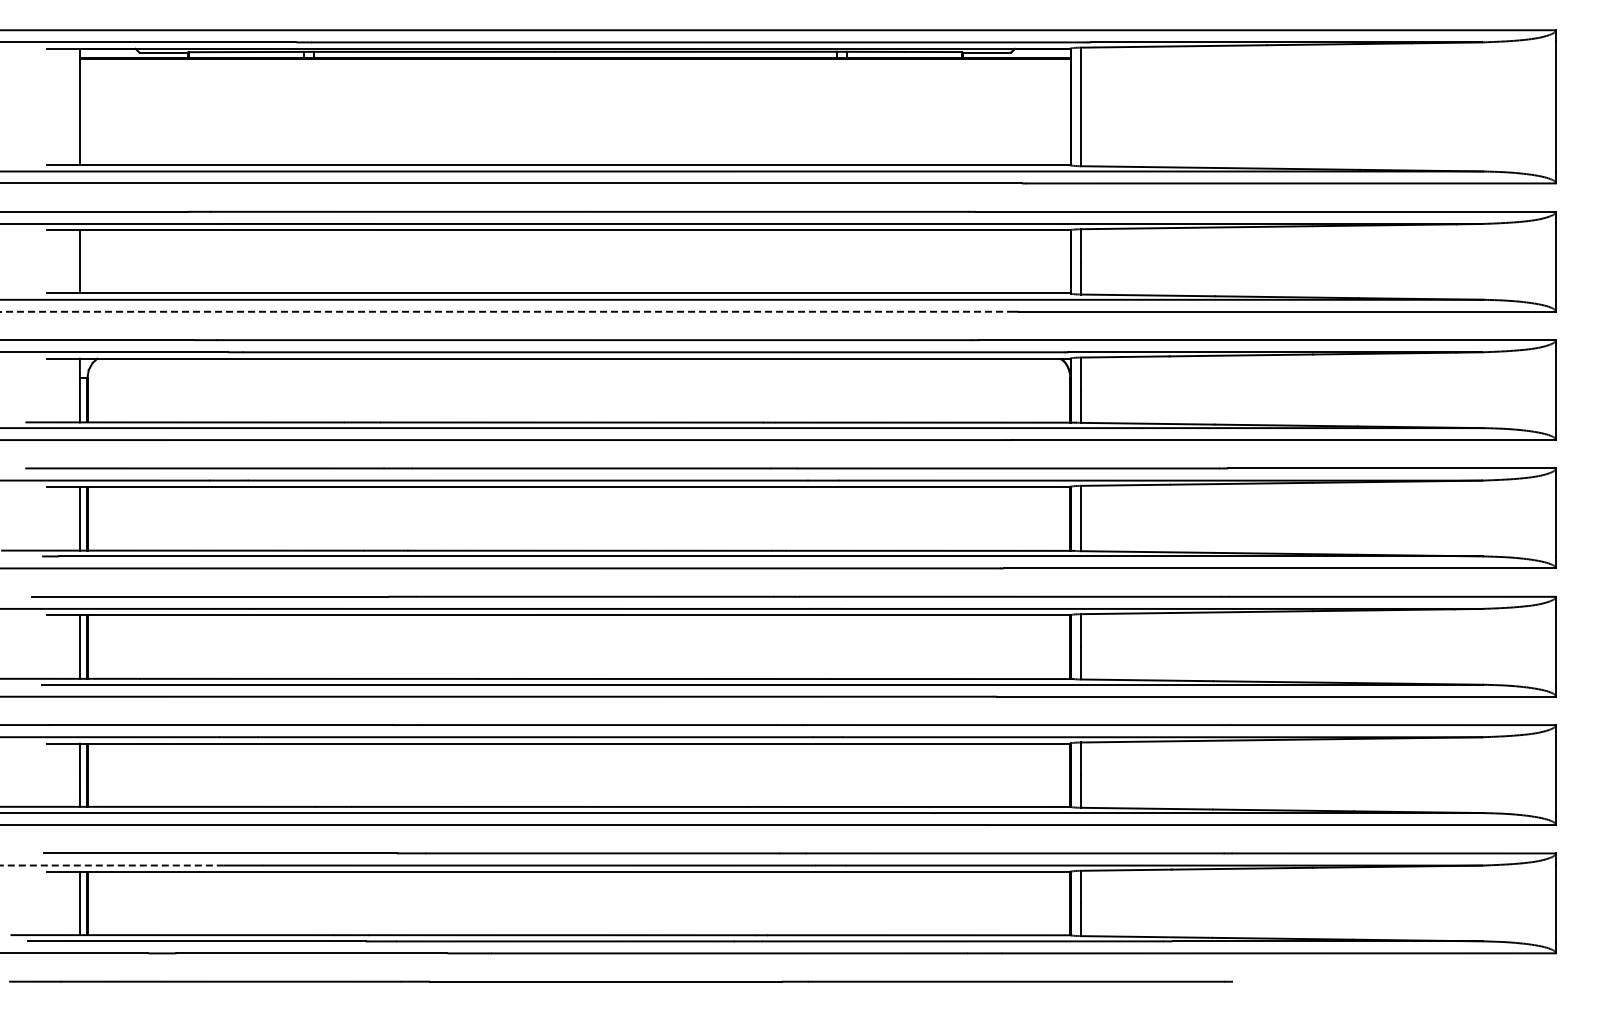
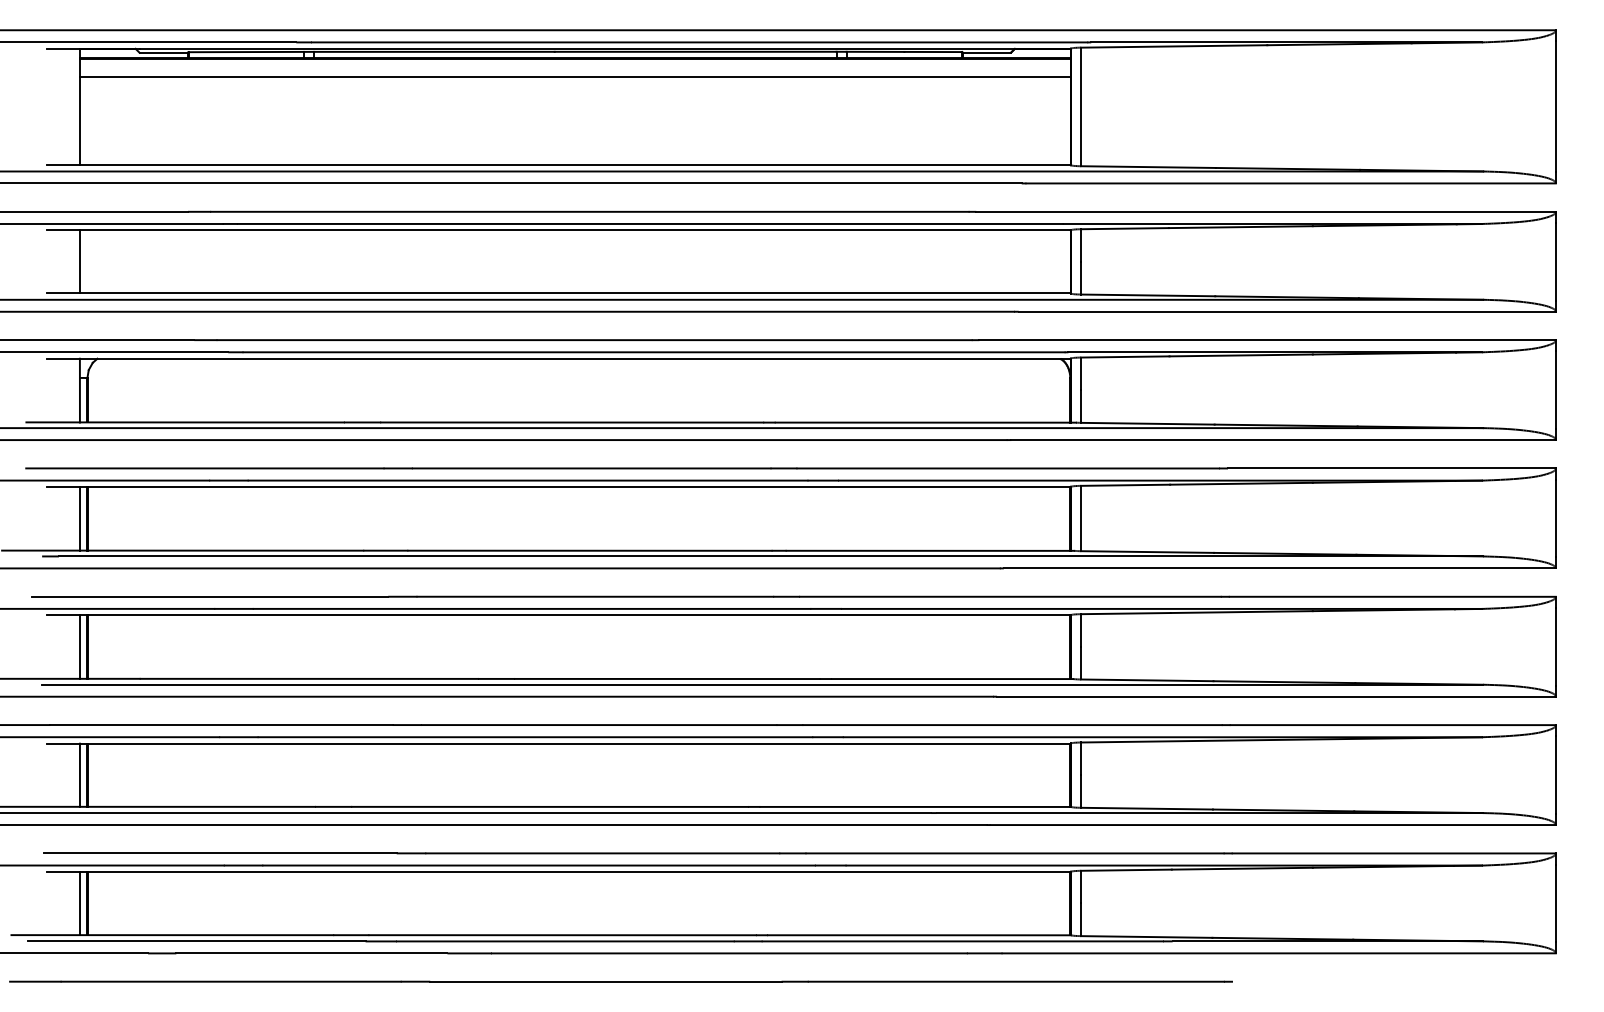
line at (574, 76): none -> present
line at (507, 311): dashed -> solid
line at (111, 865): dashed -> solid
